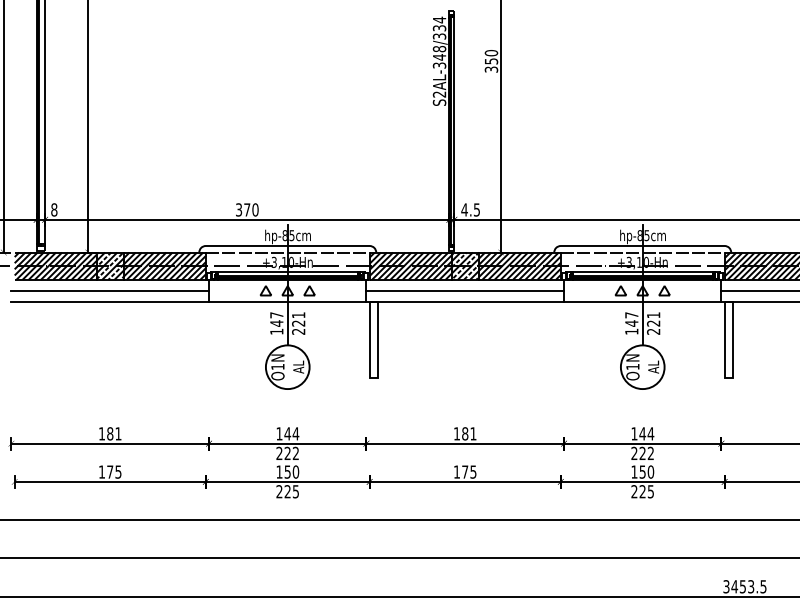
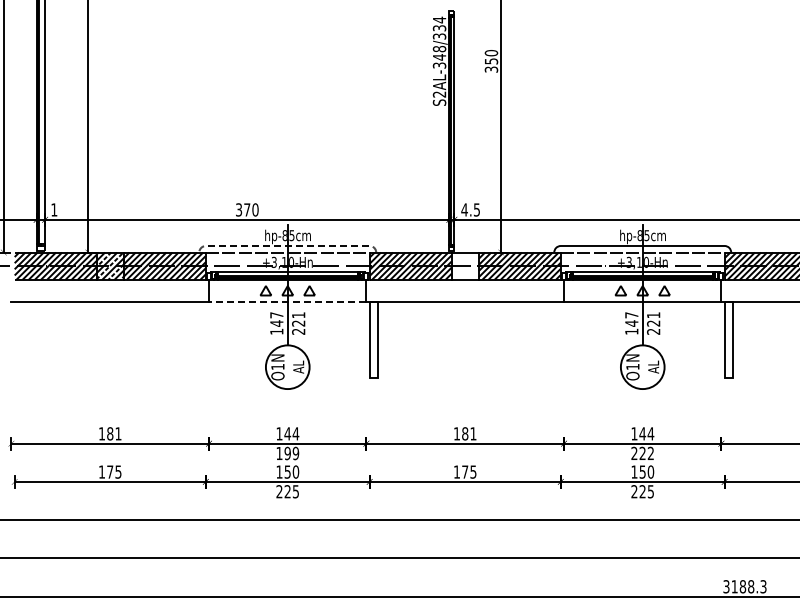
text at (54, 209): 8 -> 1
line at (287, 246): solid -> dashed
hatch at (464, 265): present -> none
line at (110, 290): present -> none
line at (465, 290): present -> none
line at (758, 290): present -> none
line at (287, 301): solid -> dashed
text at (287, 453): 222 -> 199
text at (748, 586): 3453.5 -> 3188.3
